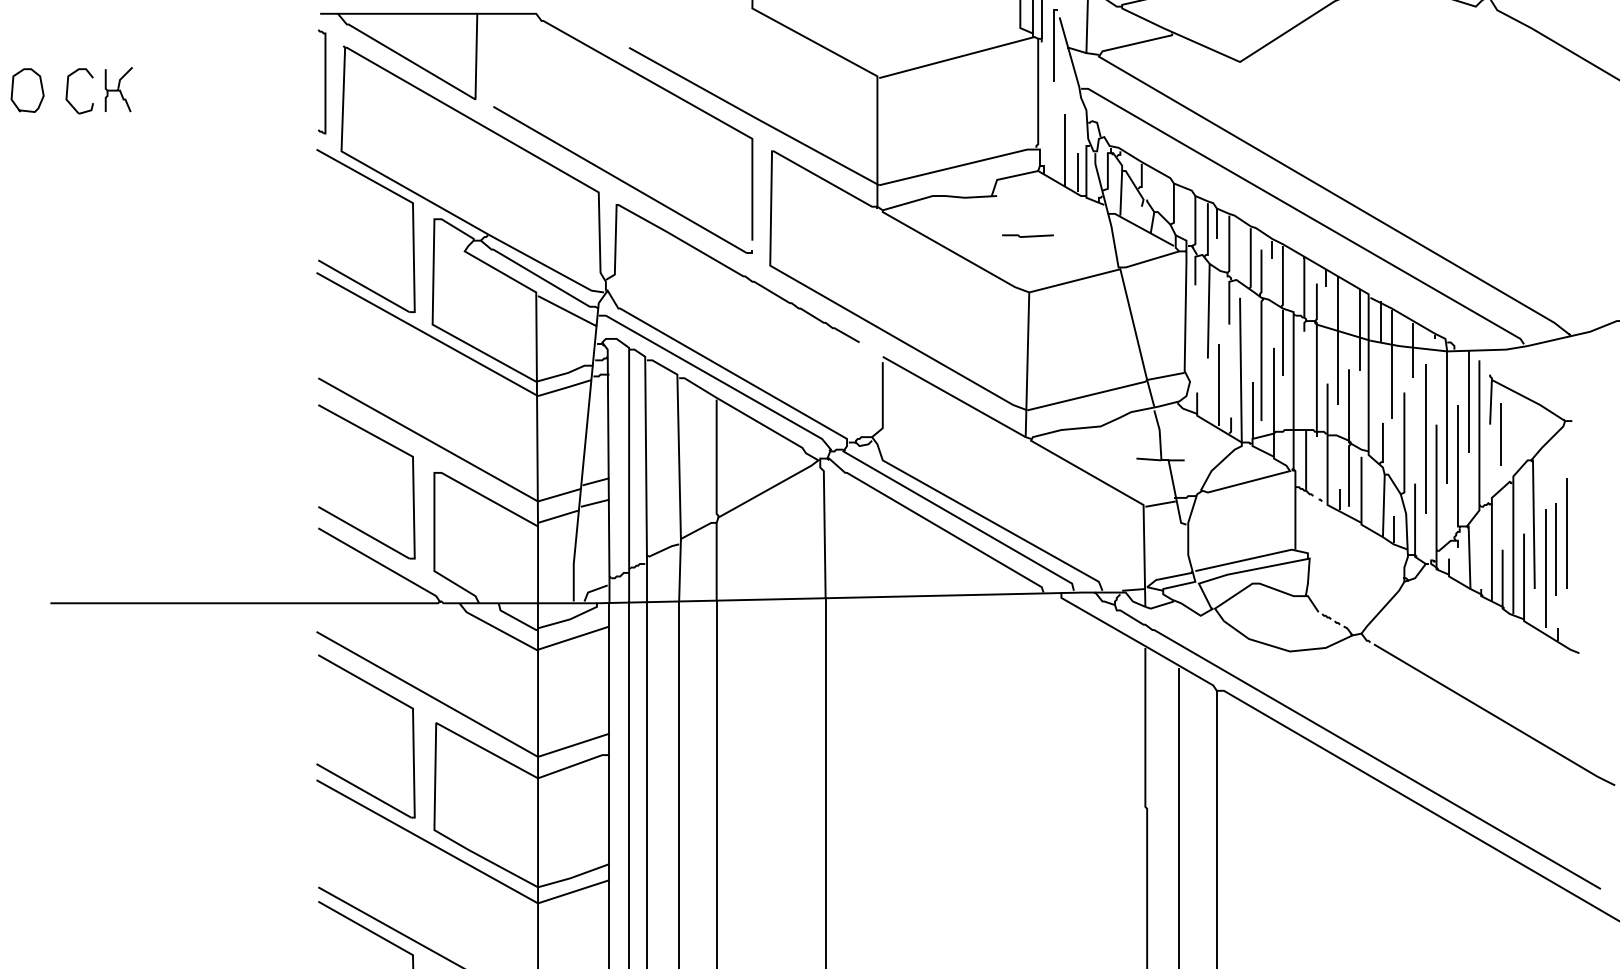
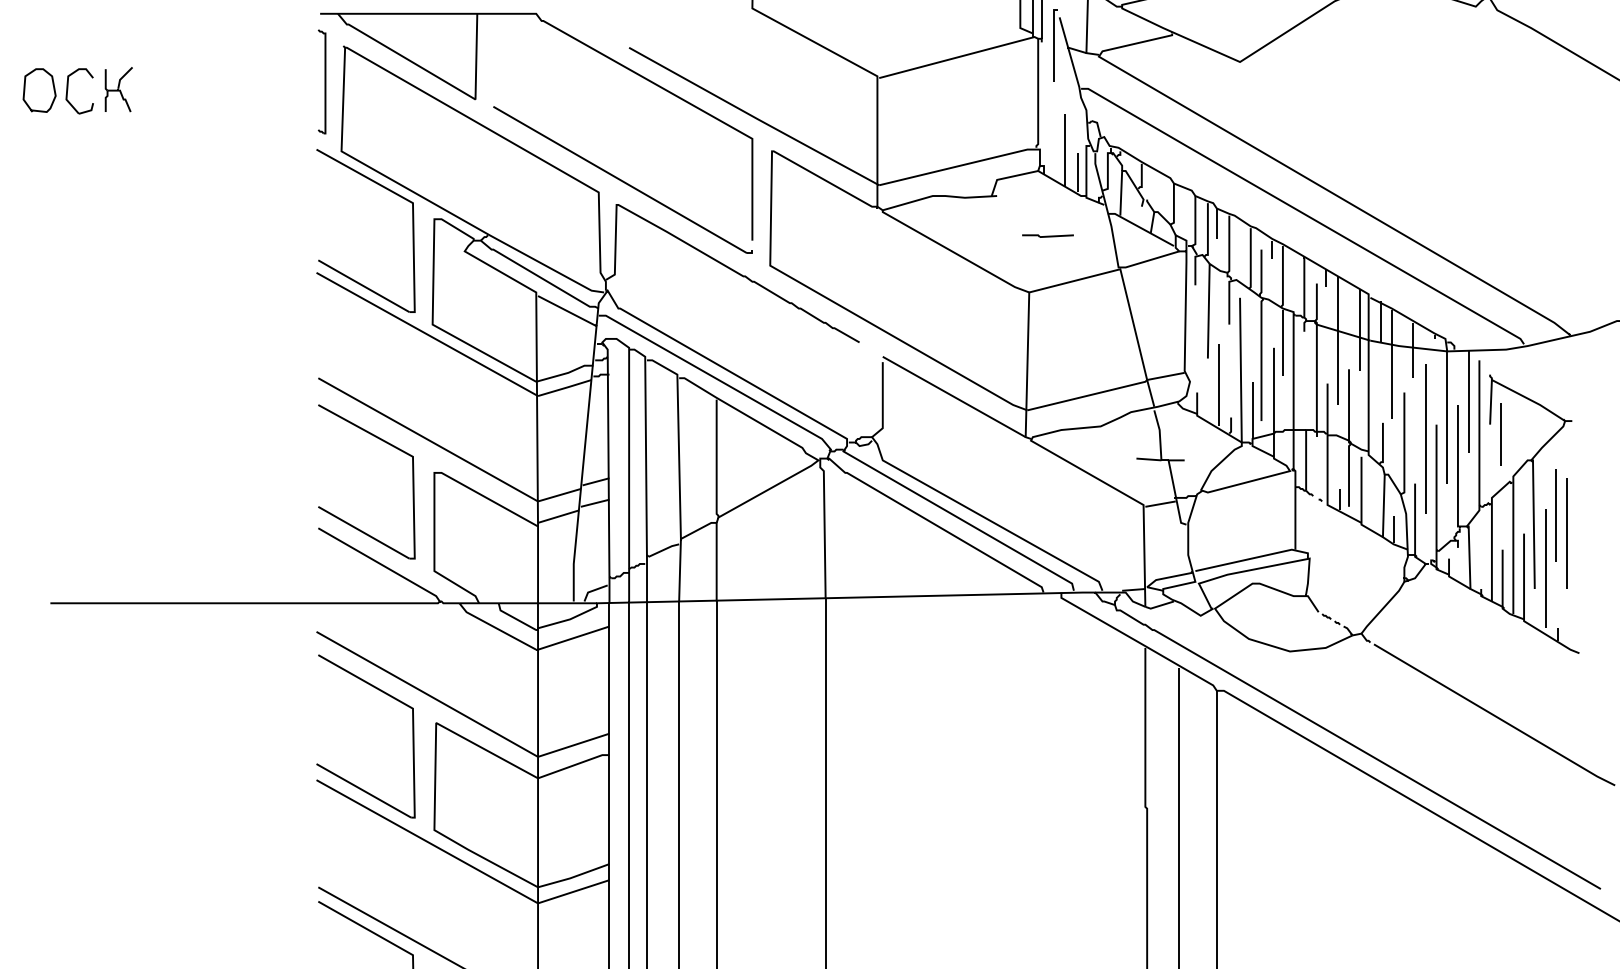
curve at (40, 85) position: (40, 85) -> (52, 85)
line at (1027, 235) position: (1027, 235) -> (1047, 235)
line at (1555, 549) position: (1555, 549) -> (1555, 515)
